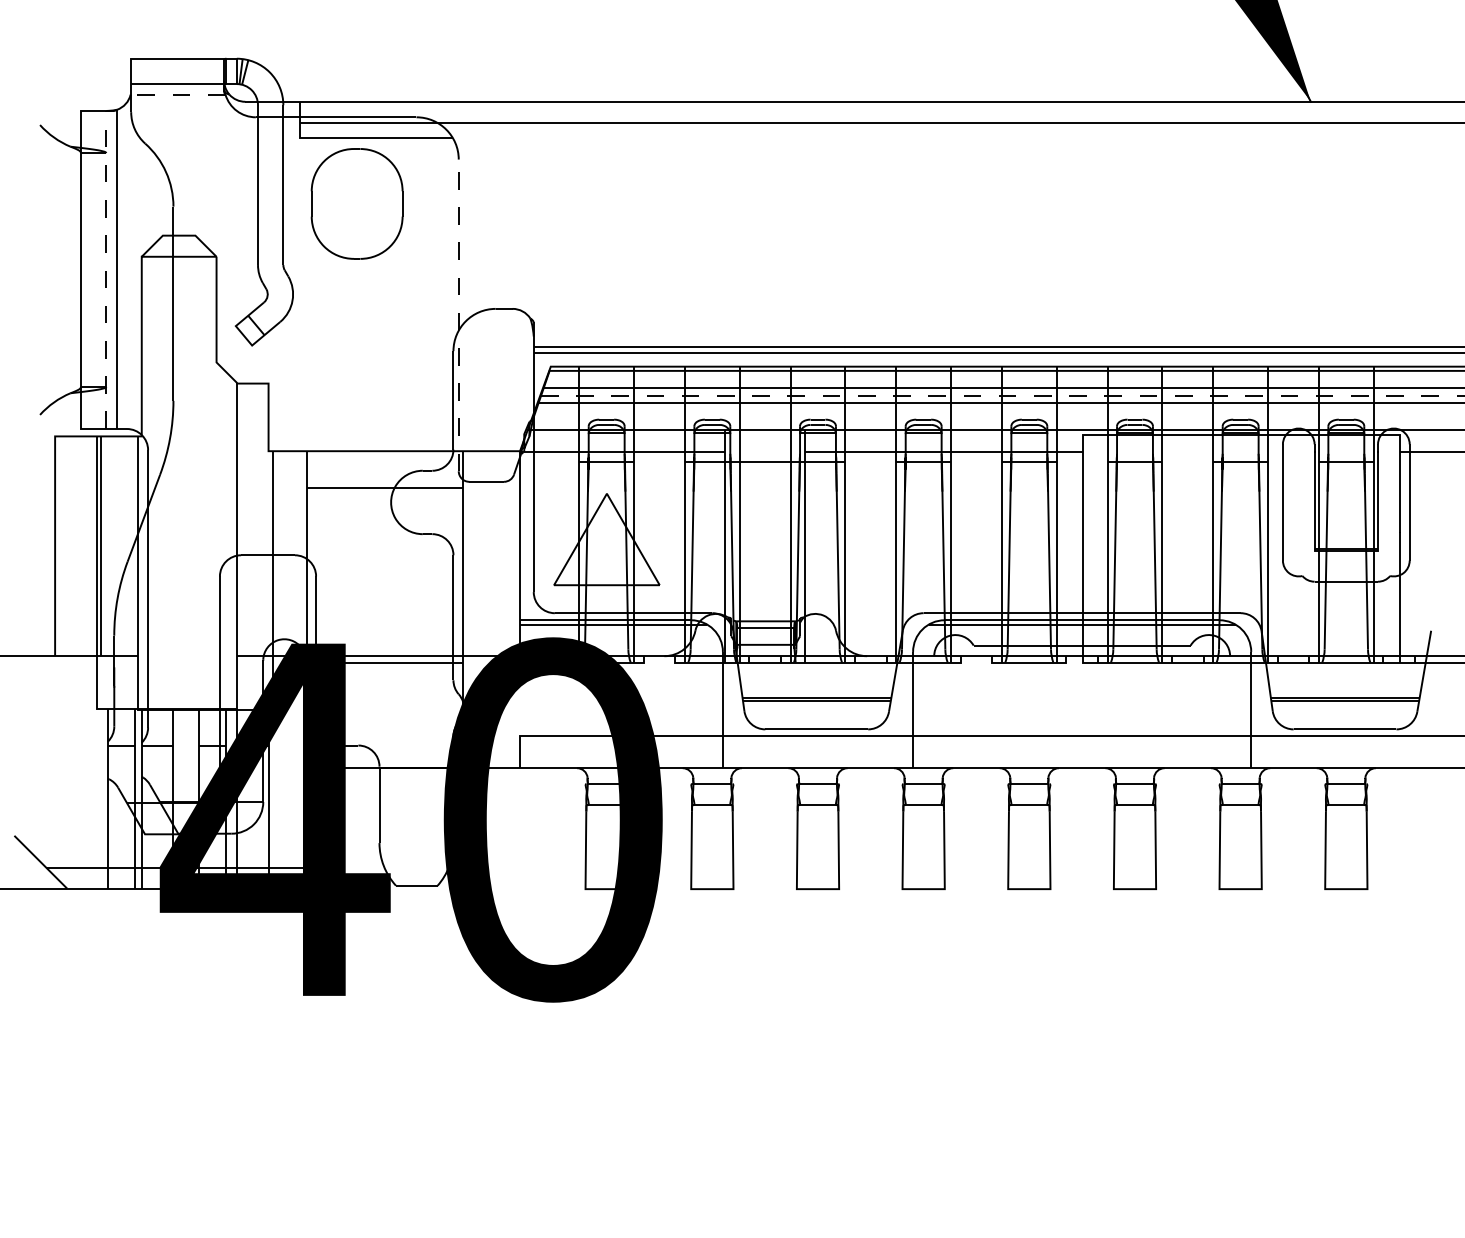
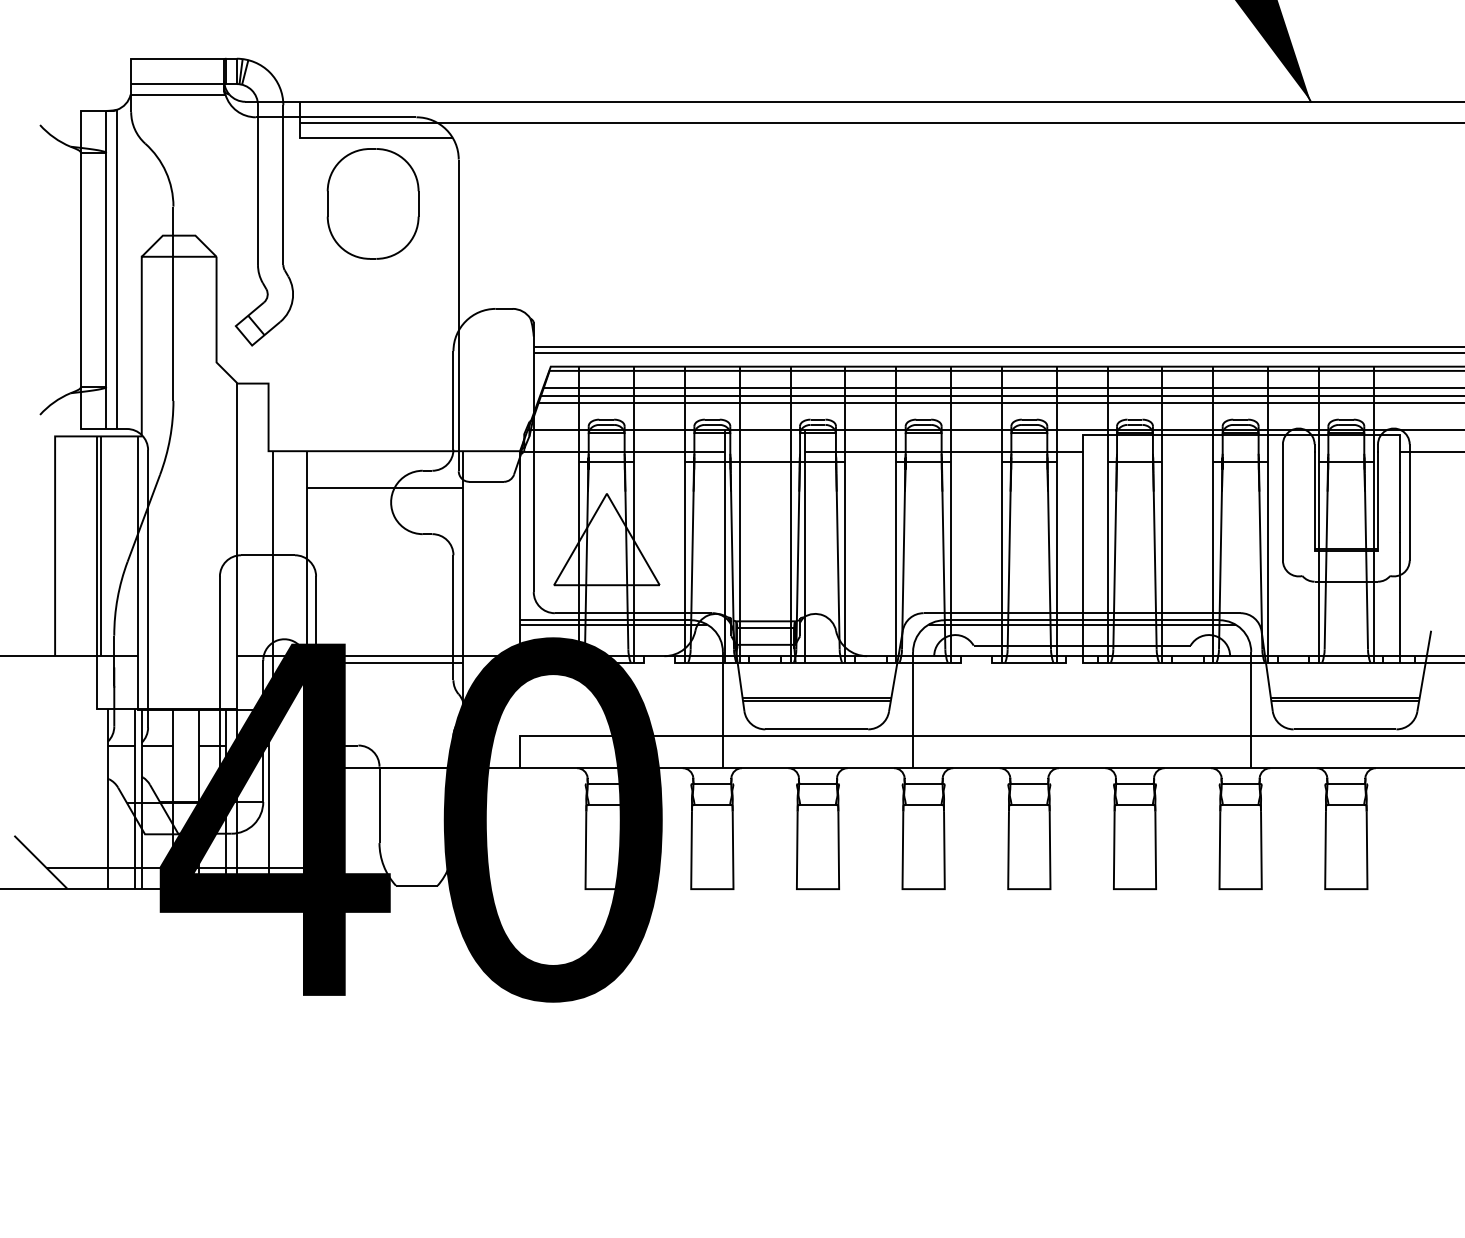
line at (177, 94): dashed -> solid
part at (356, 203) position: (356, 203) -> (372, 203)
line at (106, 269): dashed -> solid
line at (458, 315): dashed -> solid
line at (1002, 396): dashed -> solid
